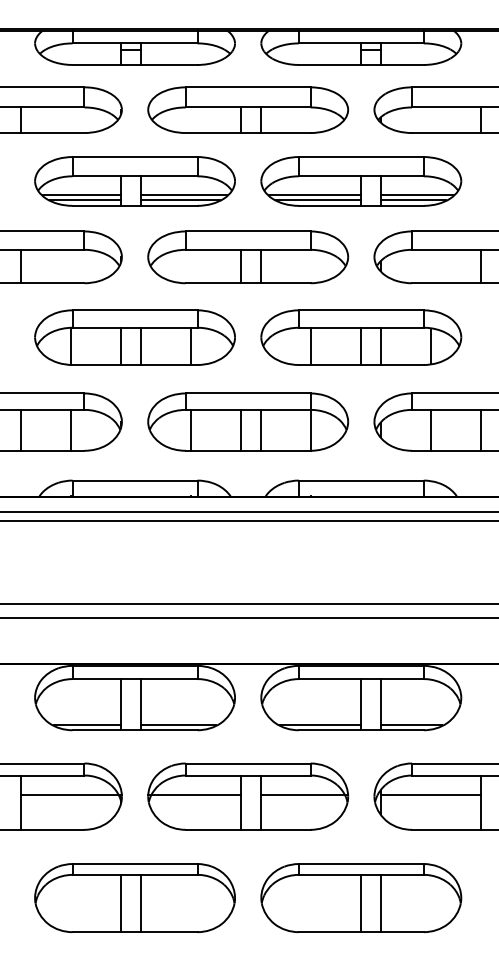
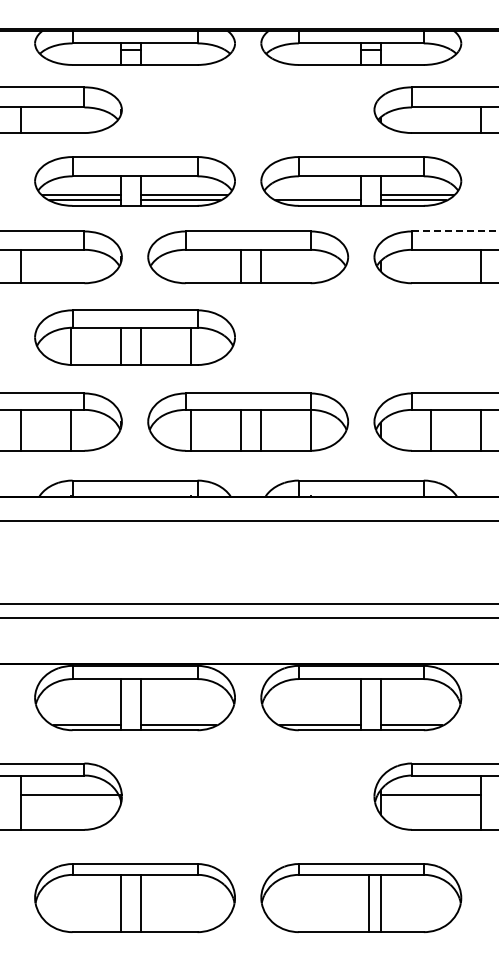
part at (248, 109): present -> none
line at (314, 195): present -> none
line at (455, 231): solid -> dashed
part at (361, 337): present -> none
line at (248, 512): present -> none
part at (248, 796): present -> none
line at (360, 903) position: (360, 903) -> (368, 903)
